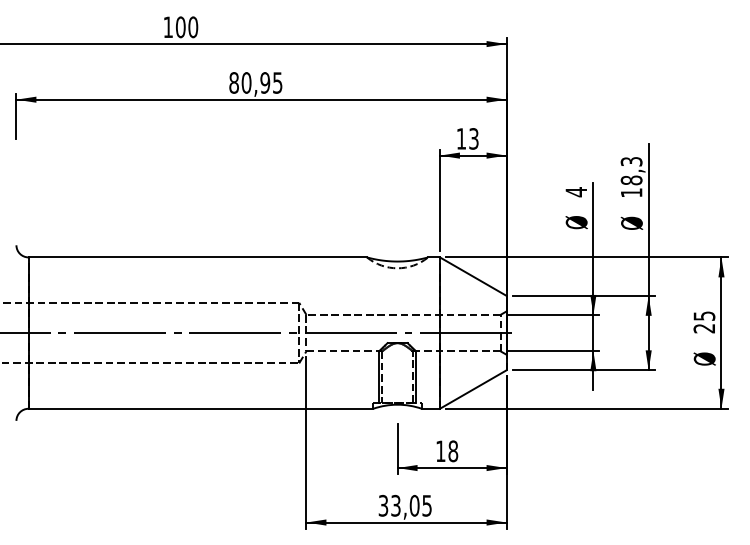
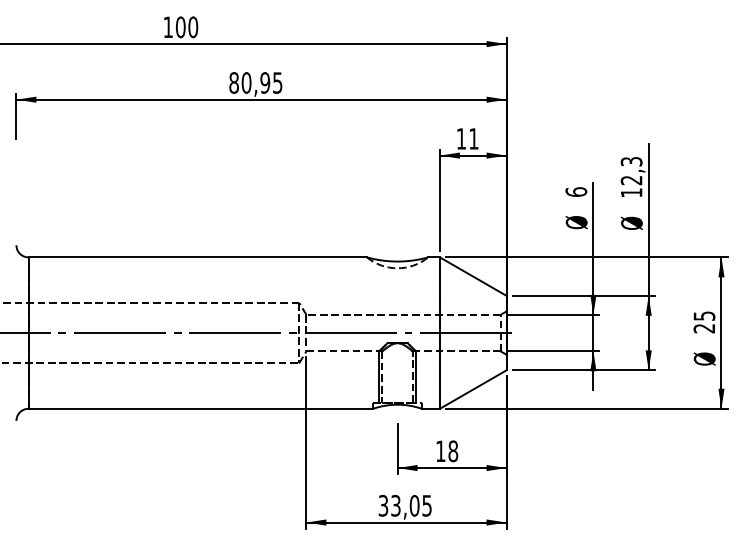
text at (473, 138): 13 -> 11
text at (631, 180): 18,3 -> 12,3
text at (576, 192): 4 -> 6
